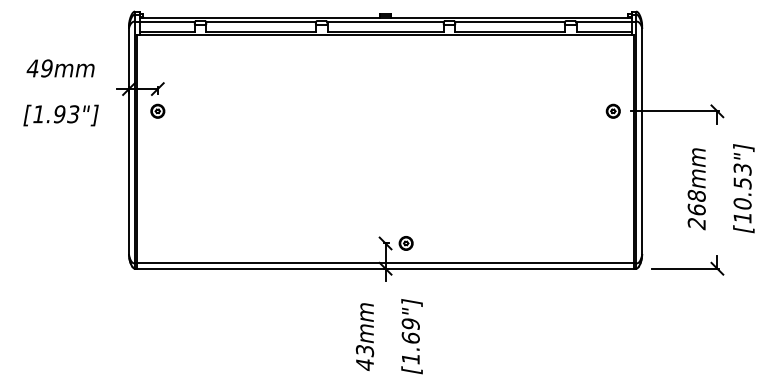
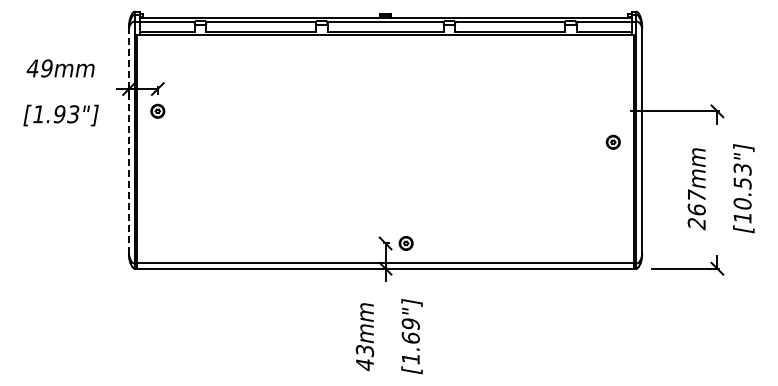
part at (612, 110) position: (612, 110) -> (612, 141)
line at (129, 140): solid -> dashed
text at (696, 195): 268mm -> 267mm
